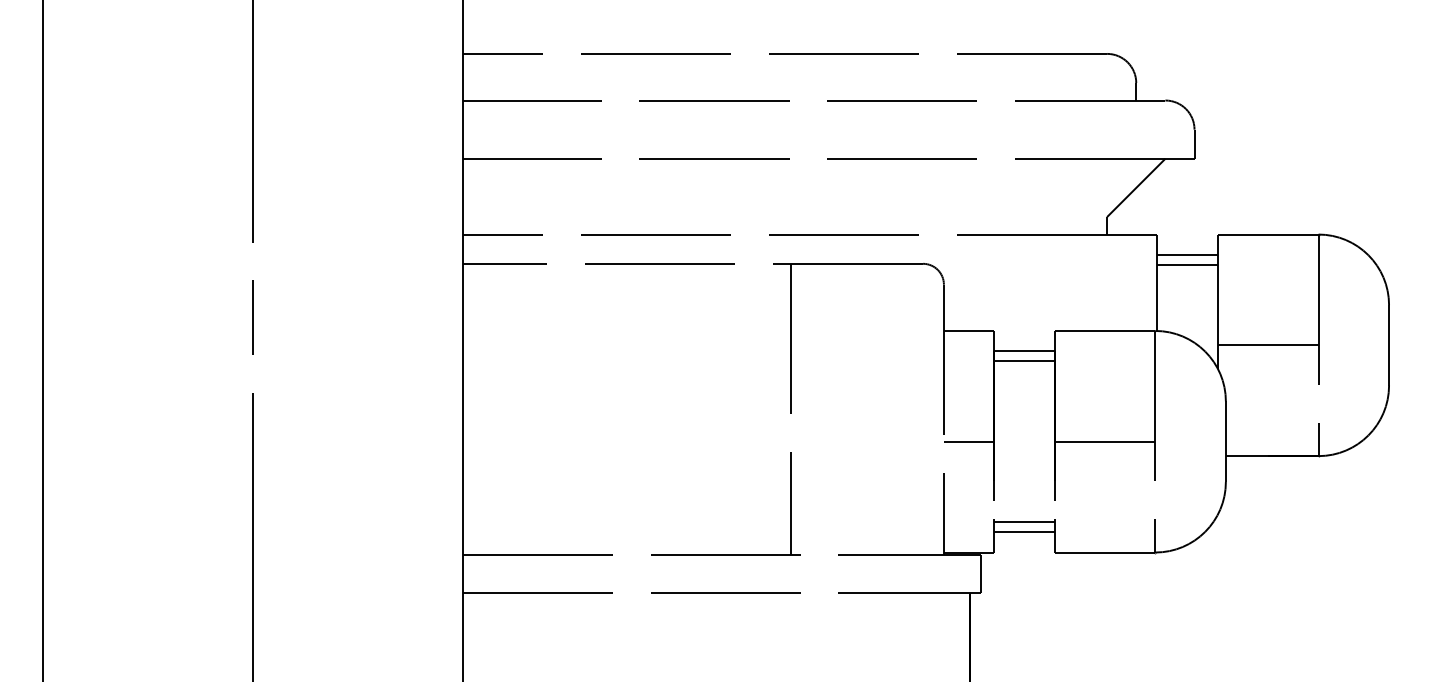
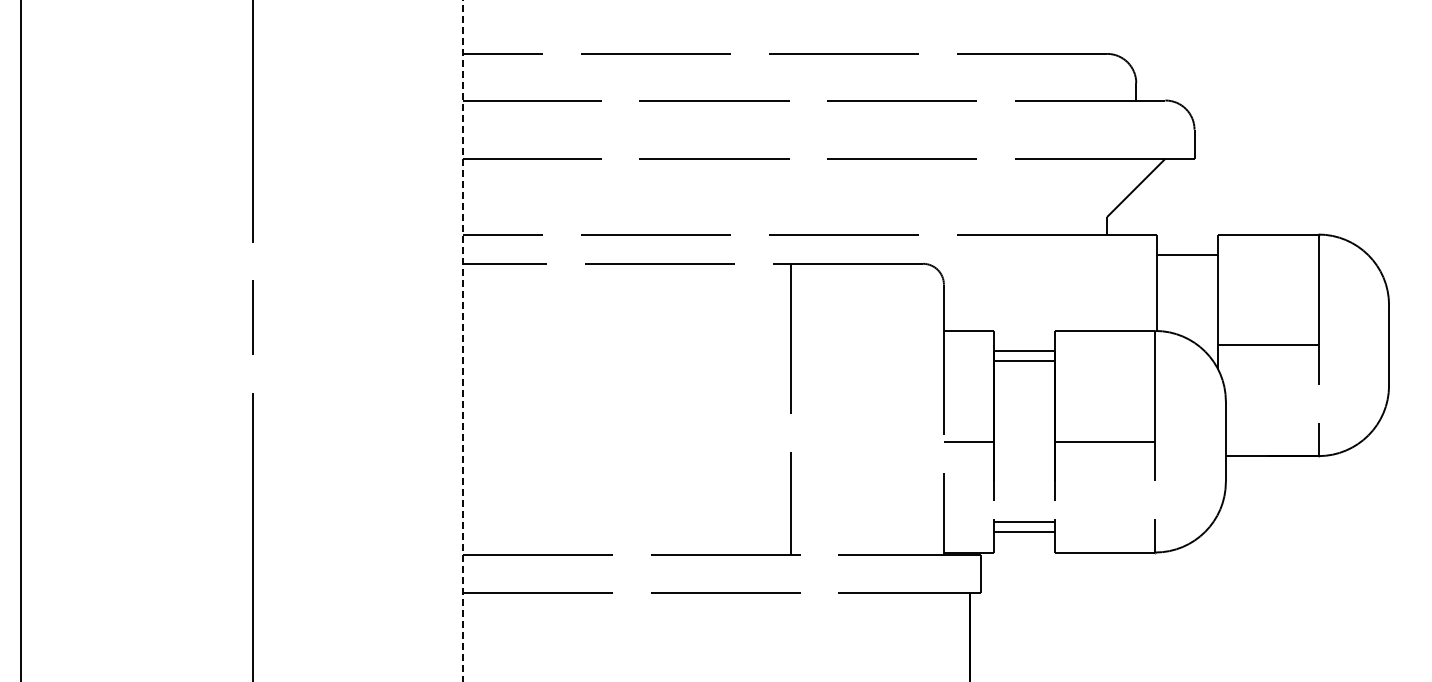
line at (1187, 264): present -> none
line at (42, 340) position: (42, 340) -> (20, 340)
line at (462, 340): solid -> dashed
